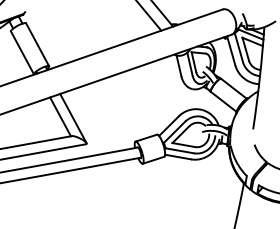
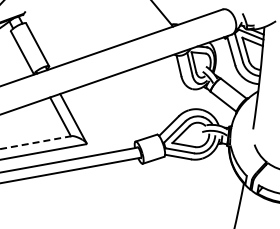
line at (149, 16): present -> none
line at (36, 142): solid -> dashed
